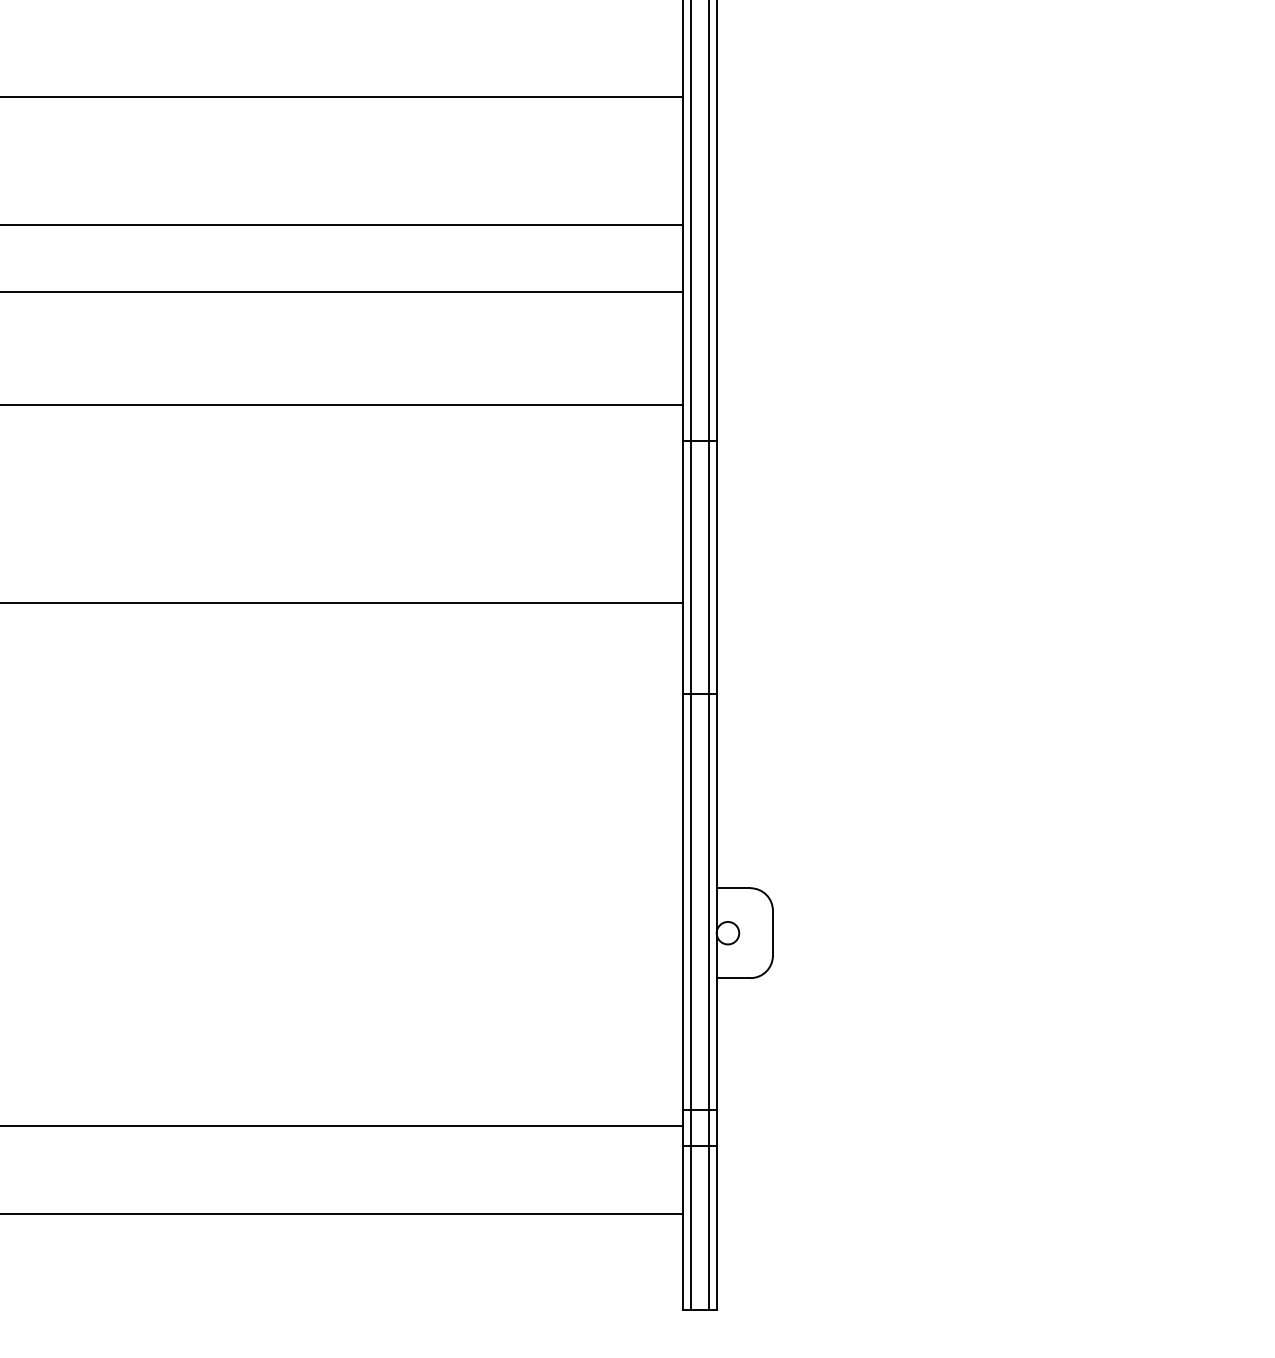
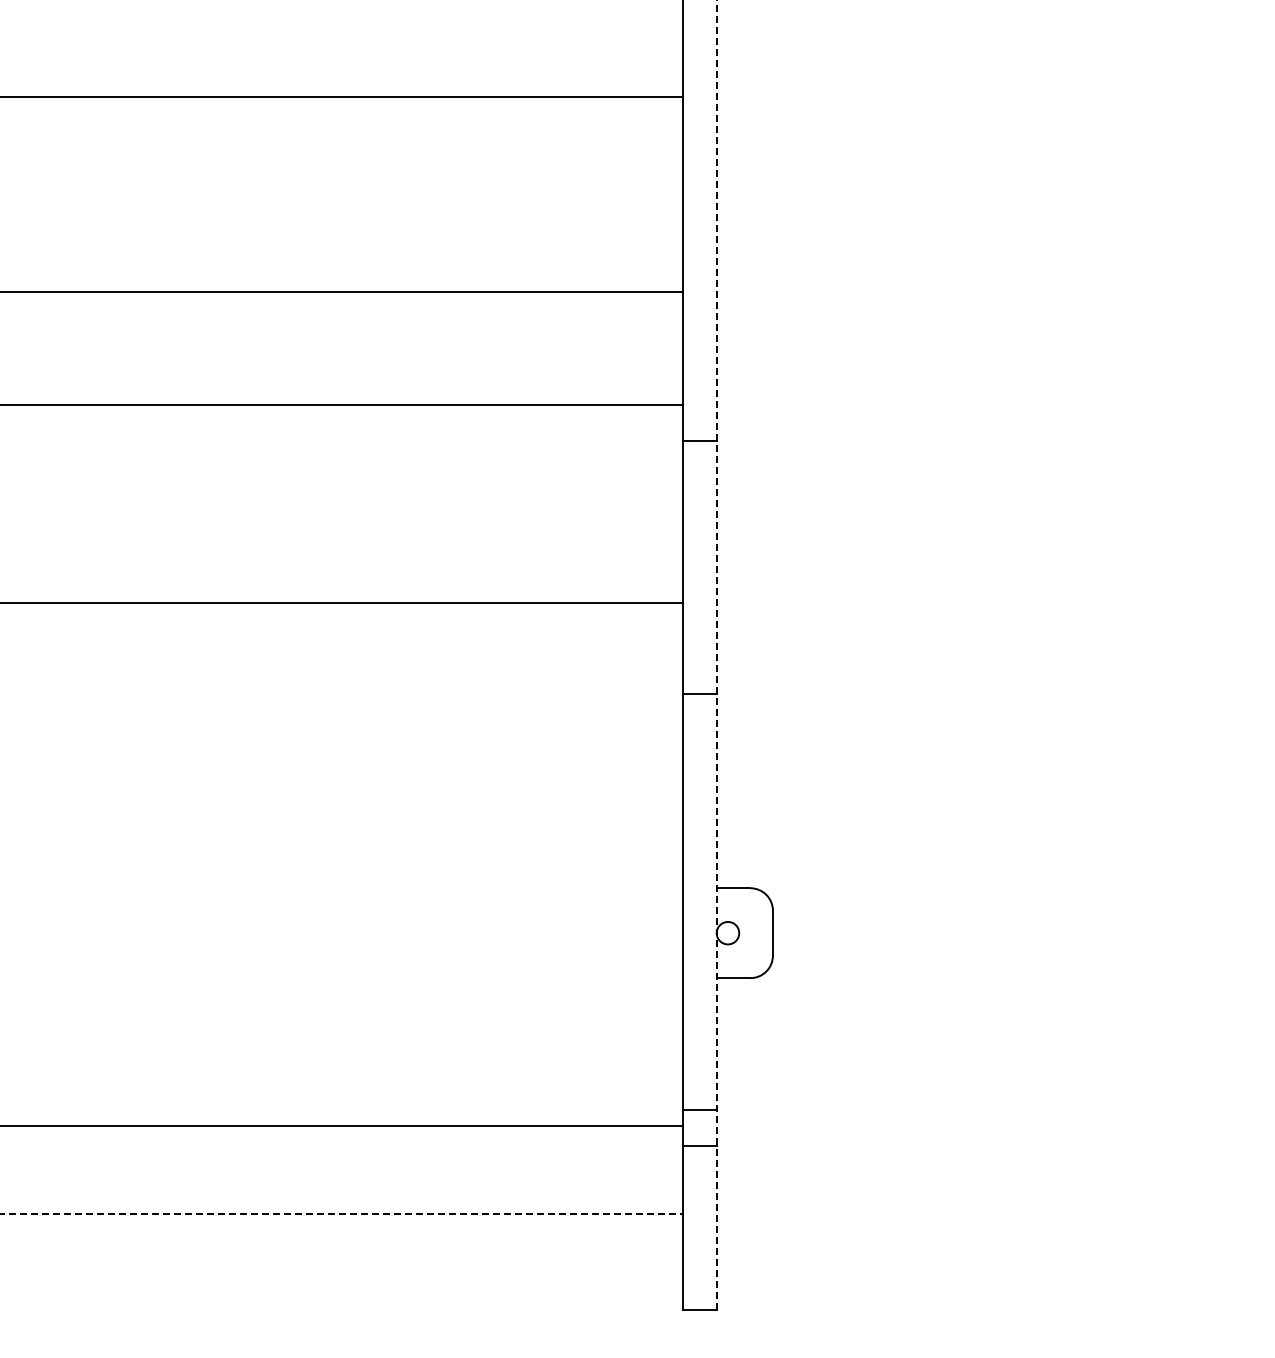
line at (342, 225): present -> none
line at (716, 655): solid -> dashed
line at (690, 656): present -> none
line at (708, 656): present -> none
line at (342, 1213): solid -> dashed
